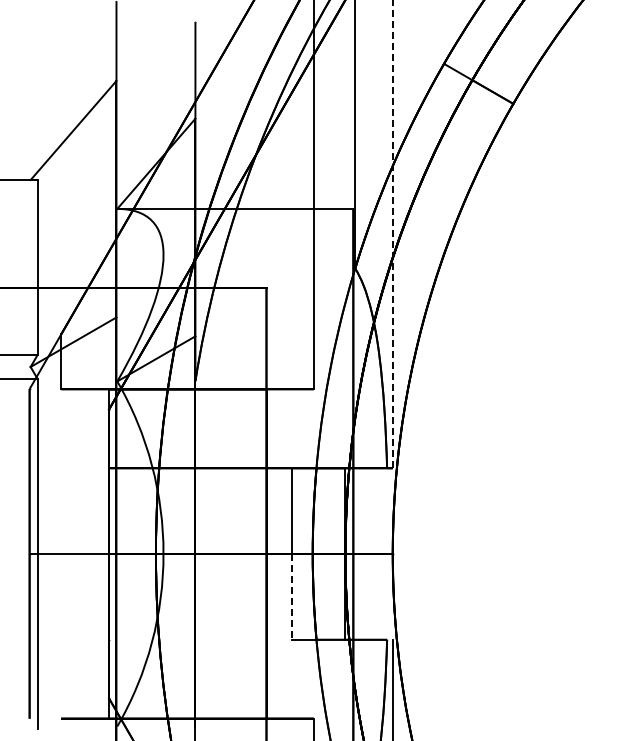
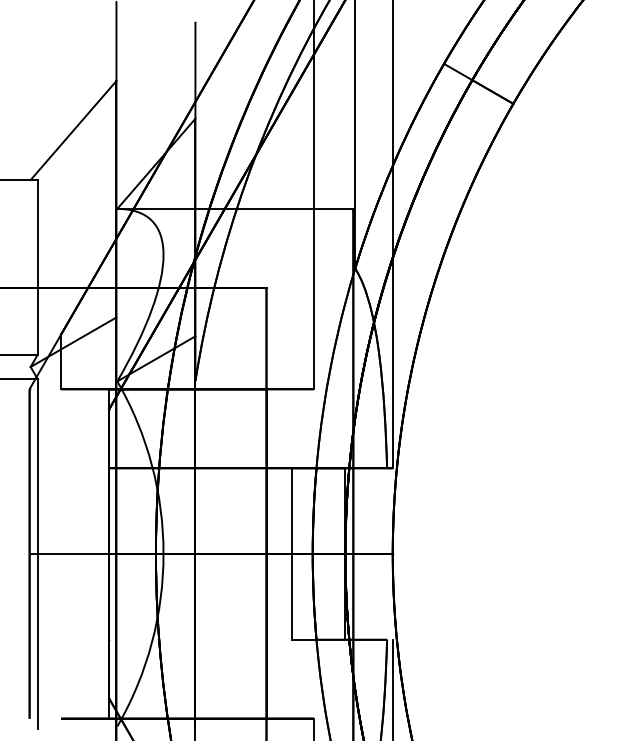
line at (392, 234): dashed -> solid
line at (292, 596): dashed -> solid
